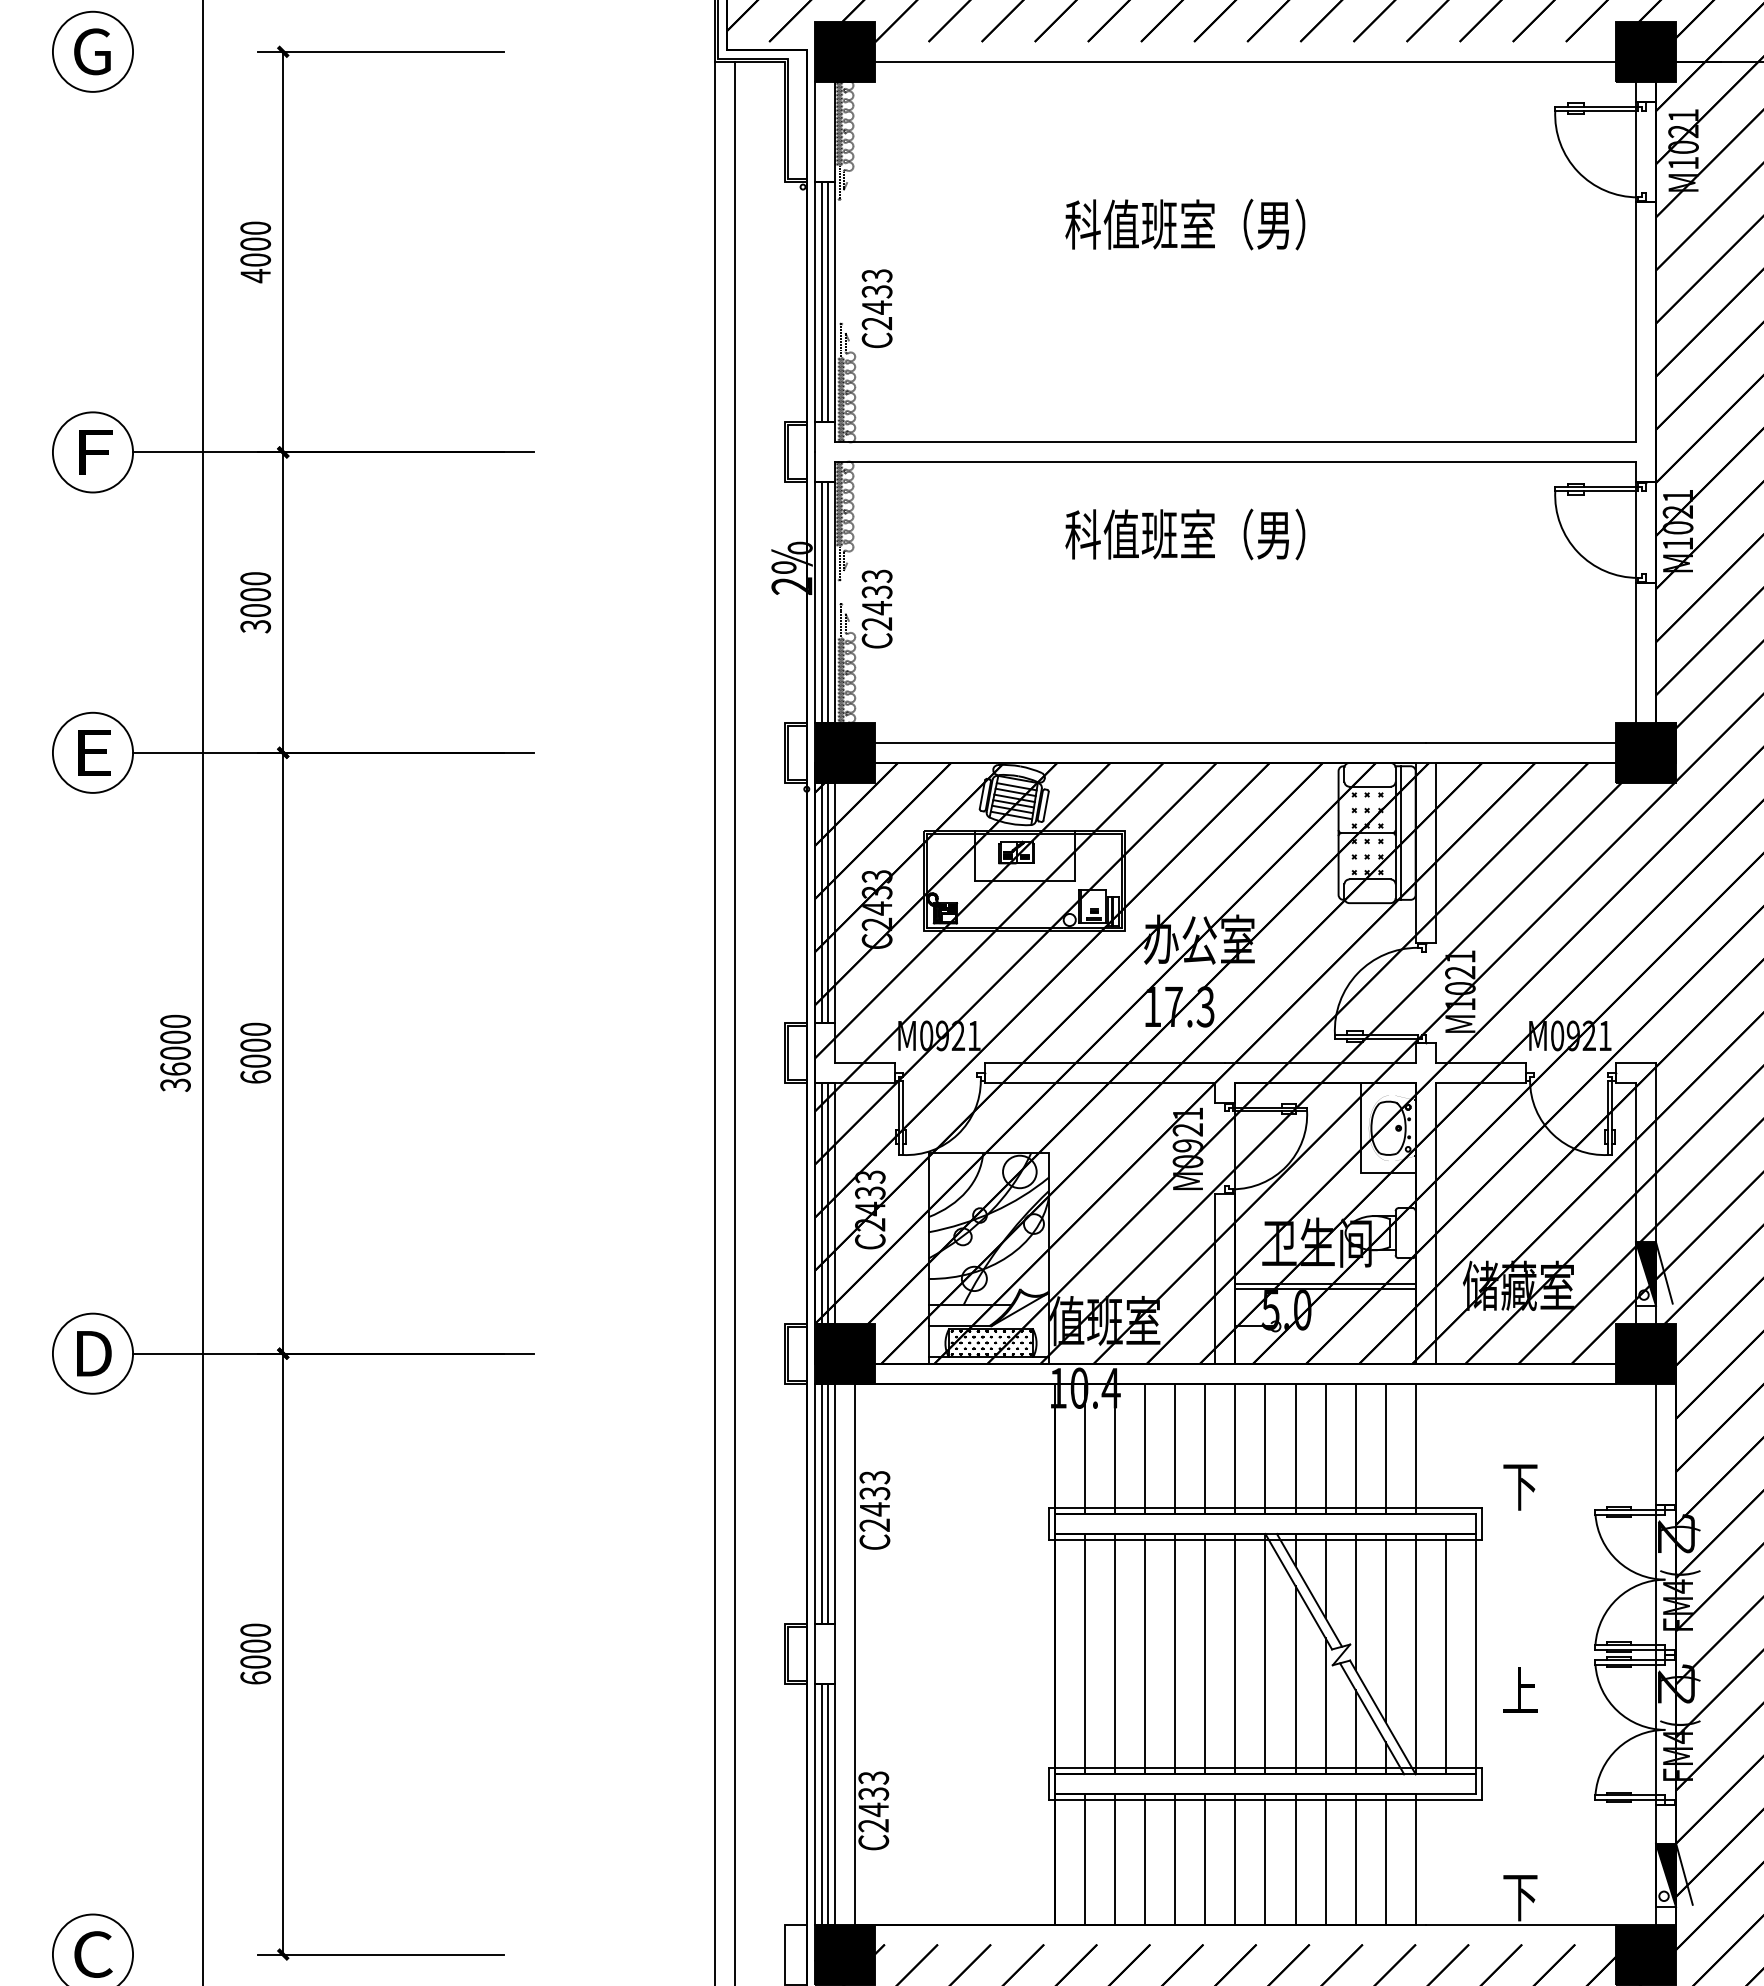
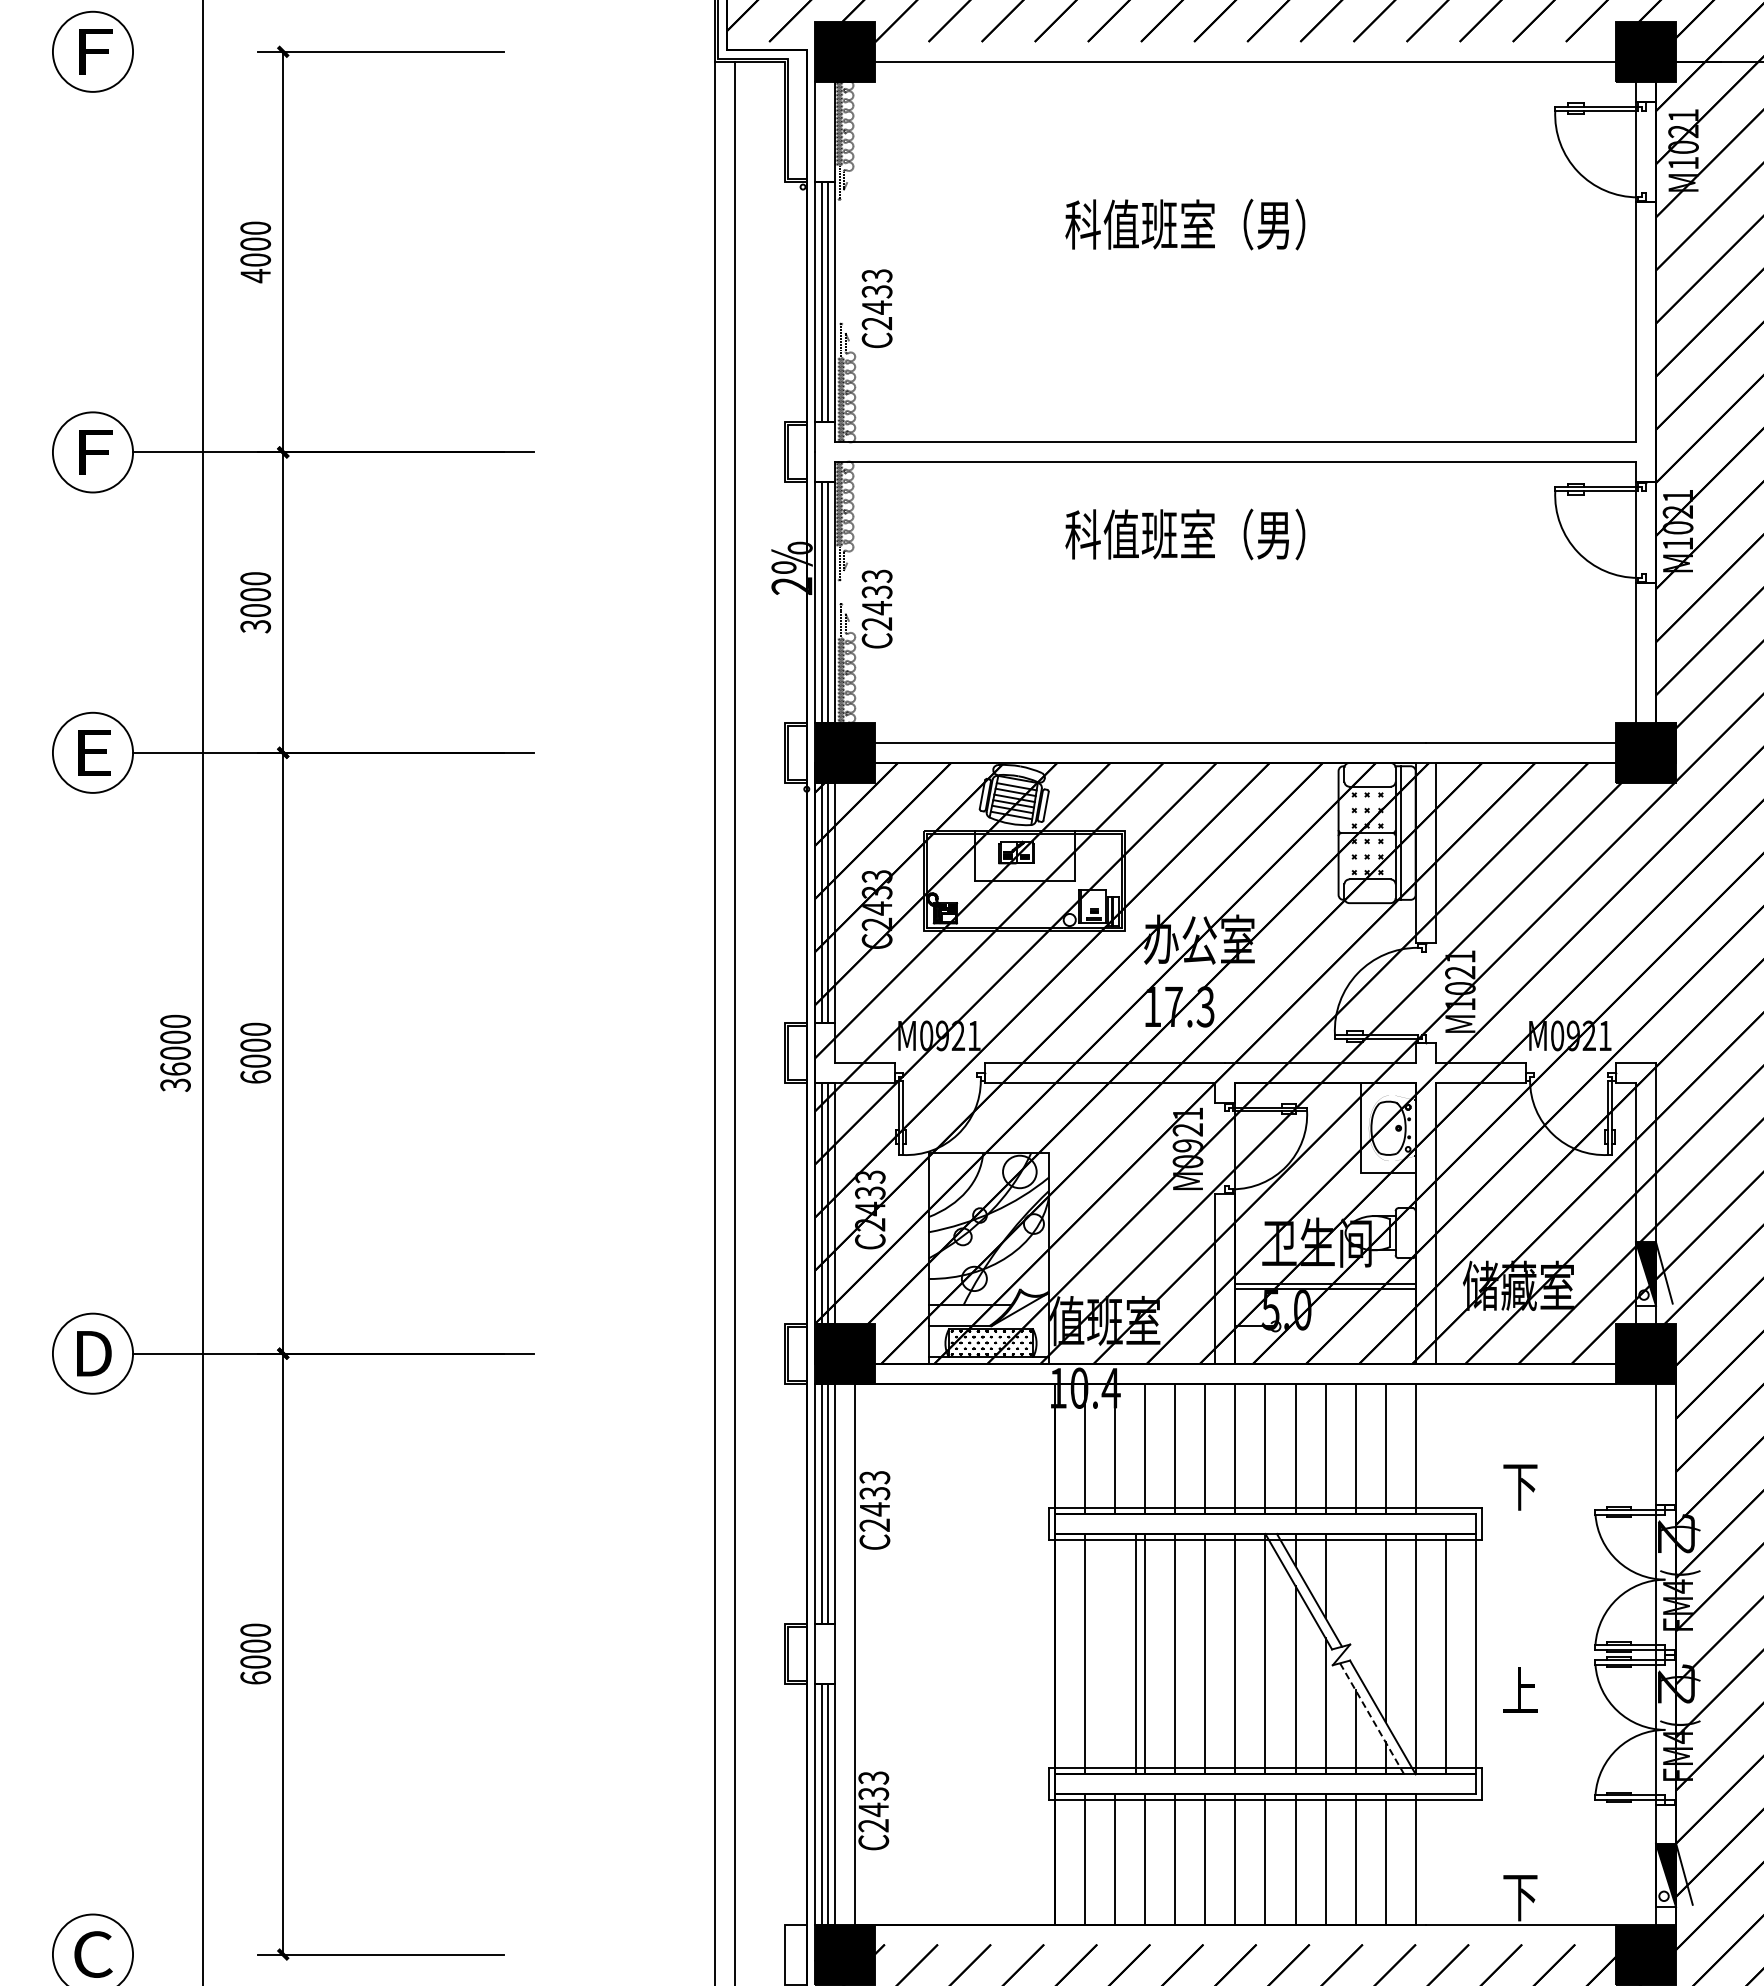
text at (93, 51): G -> F
line at (1355, 1601): present -> none
line at (1115, 1653) position: (1115, 1653) -> (1136, 1653)
line at (1371, 1718): solid -> dashed
